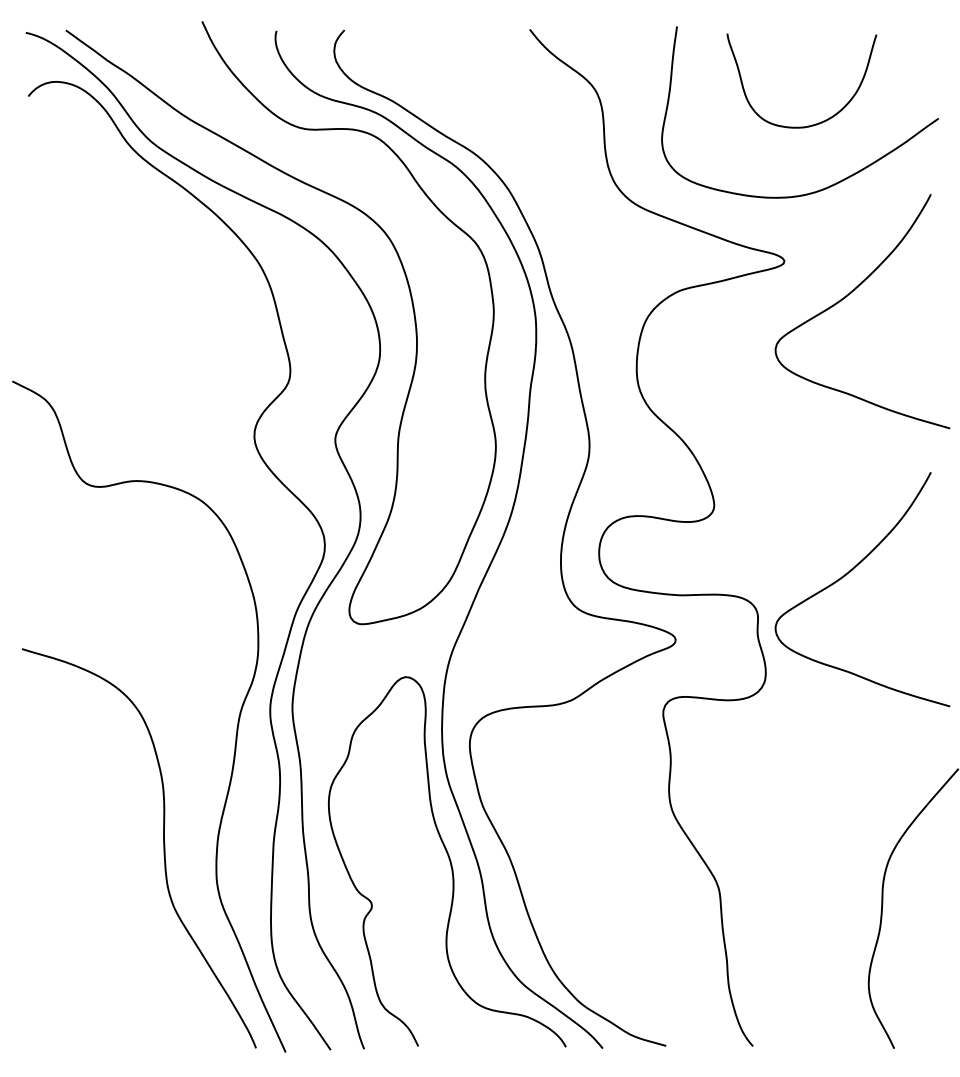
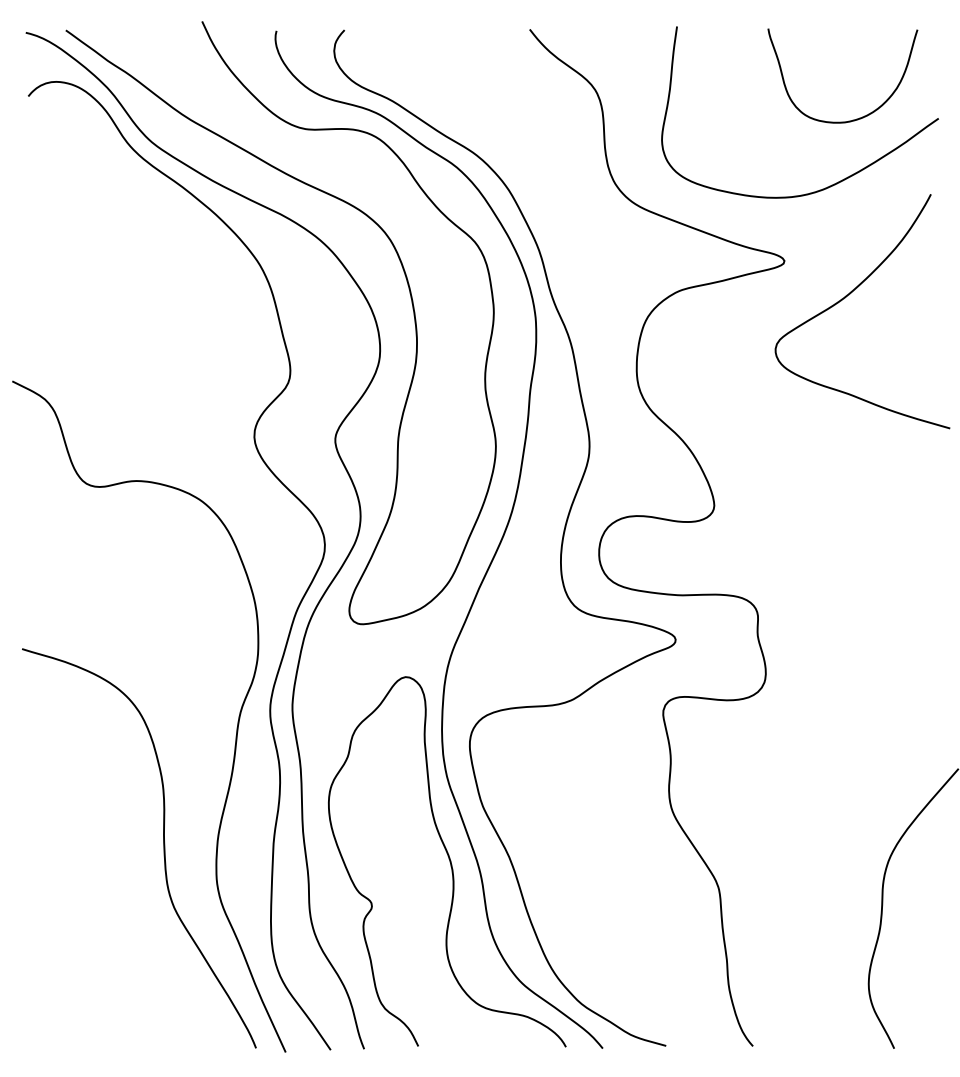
curve at (811, 124) position: (811, 124) -> (852, 119)
curve at (850, 572): present -> none
